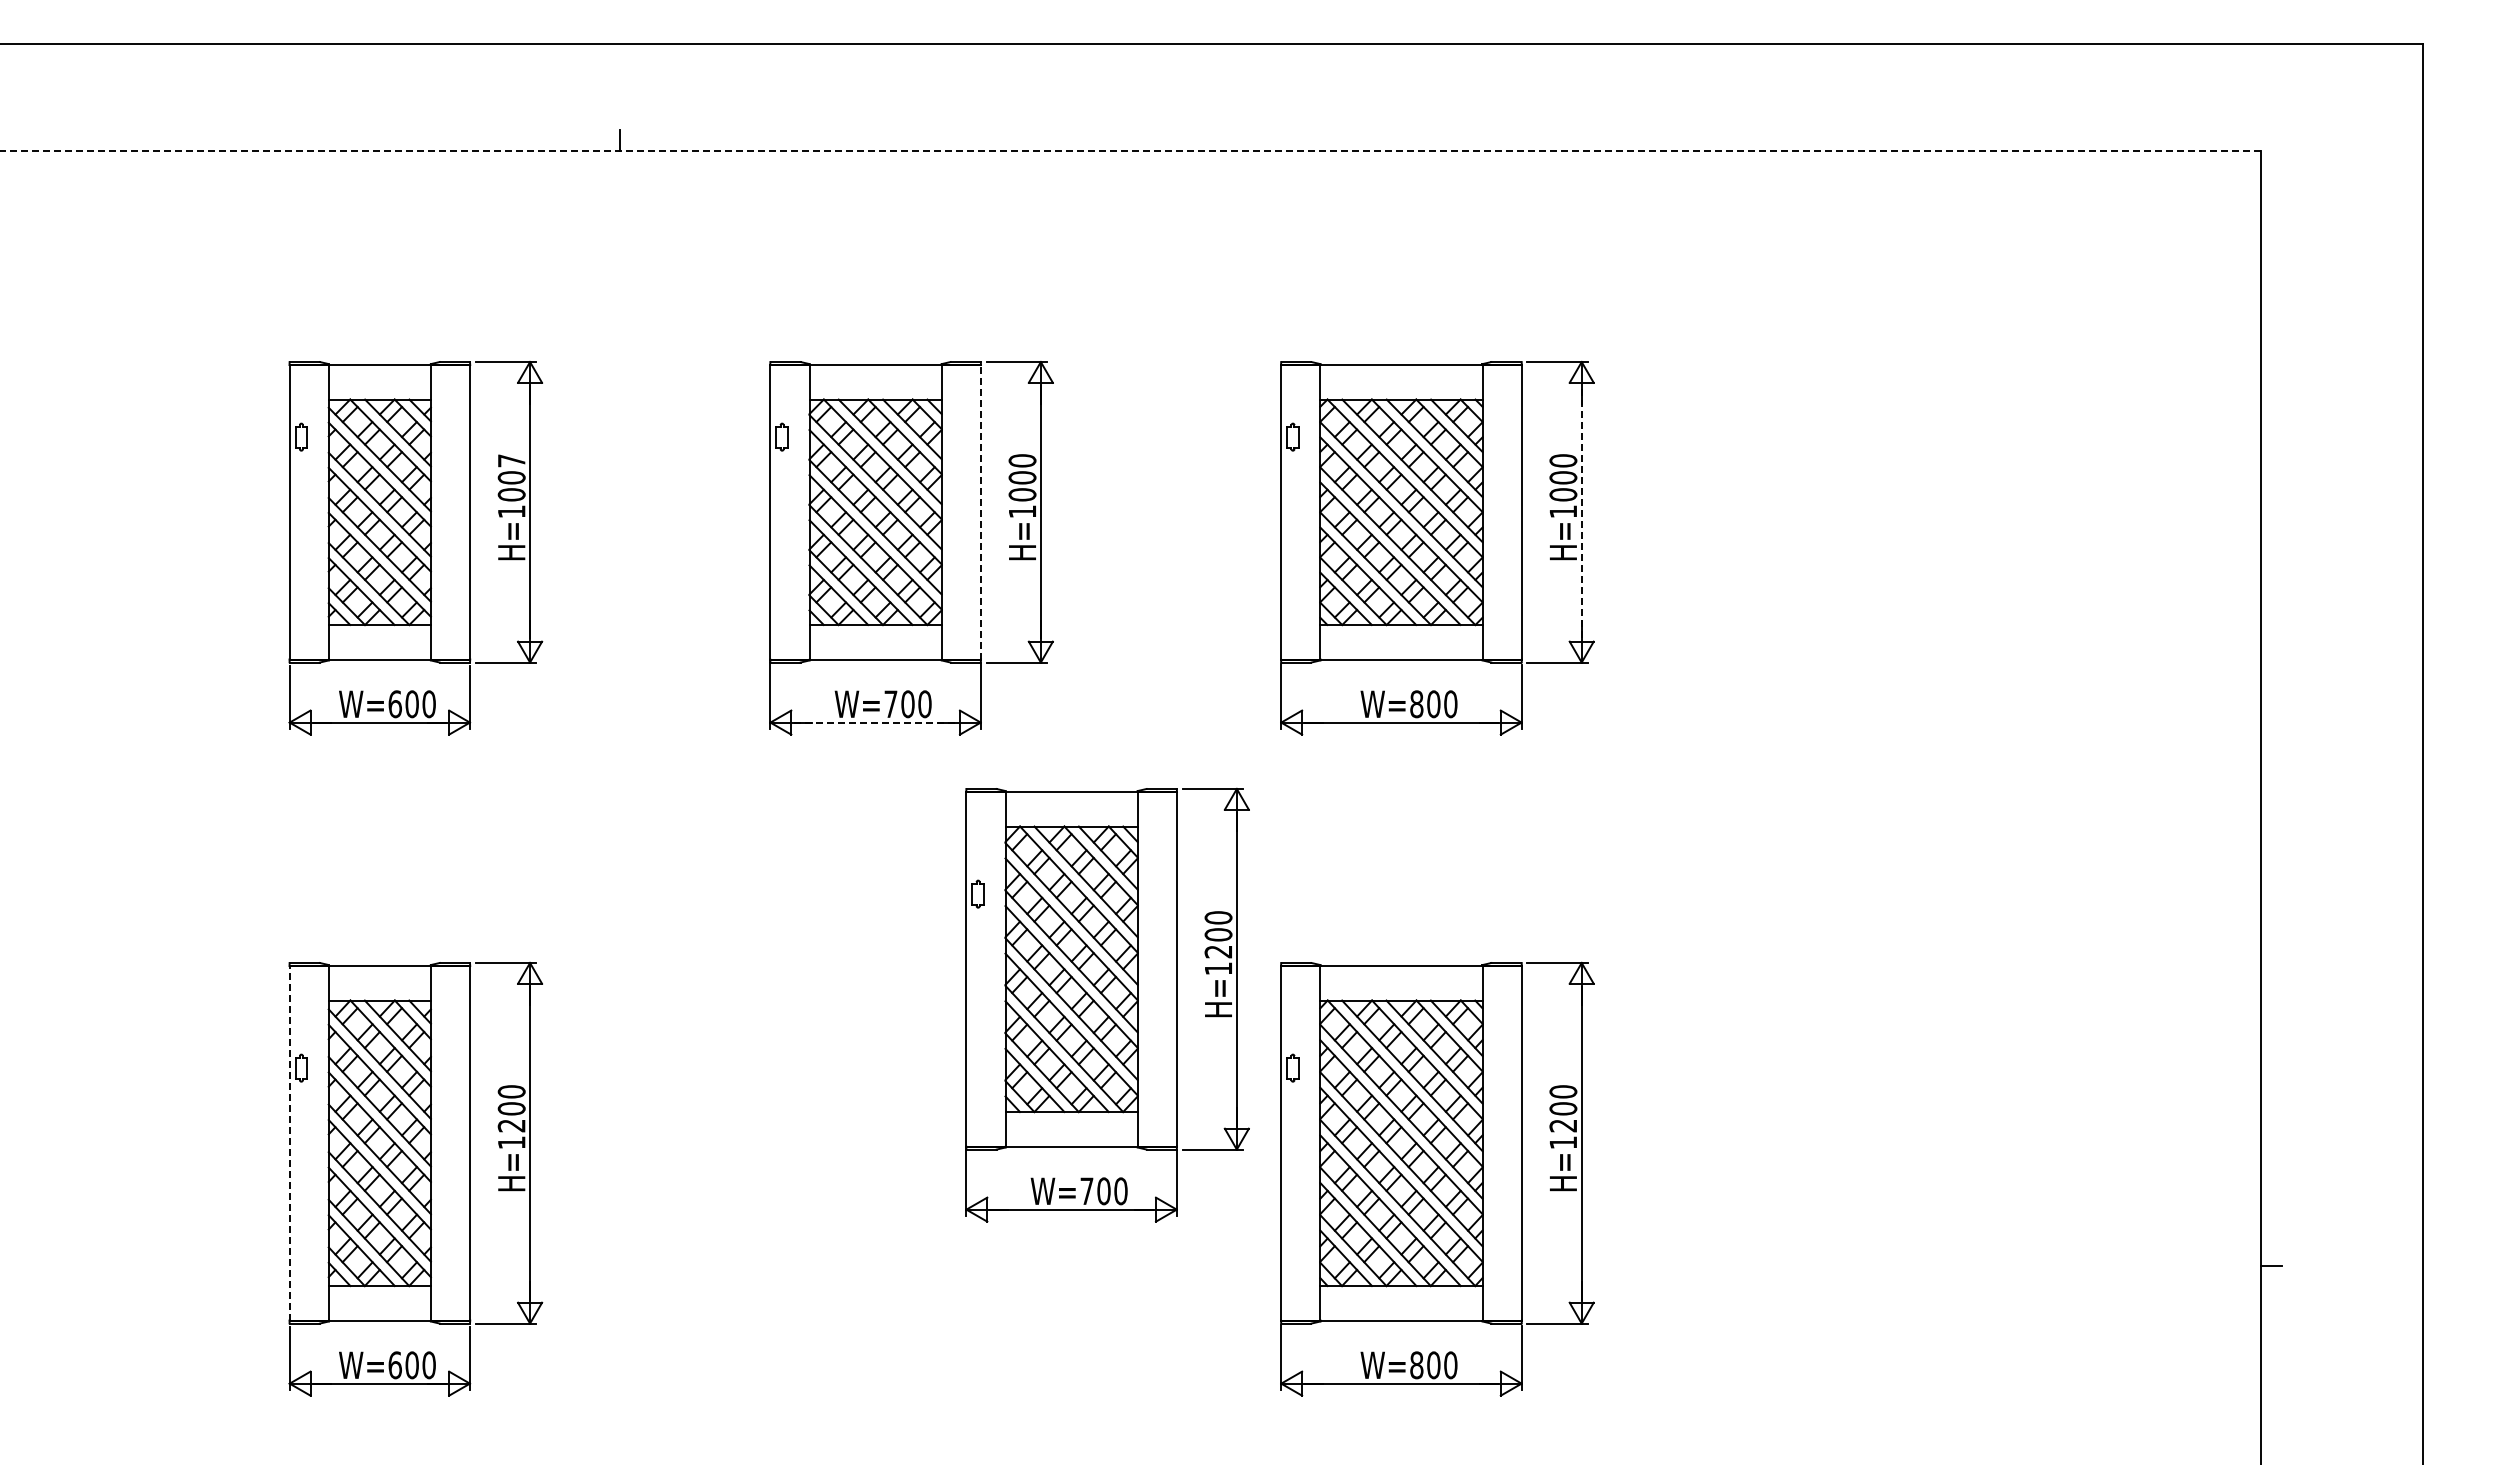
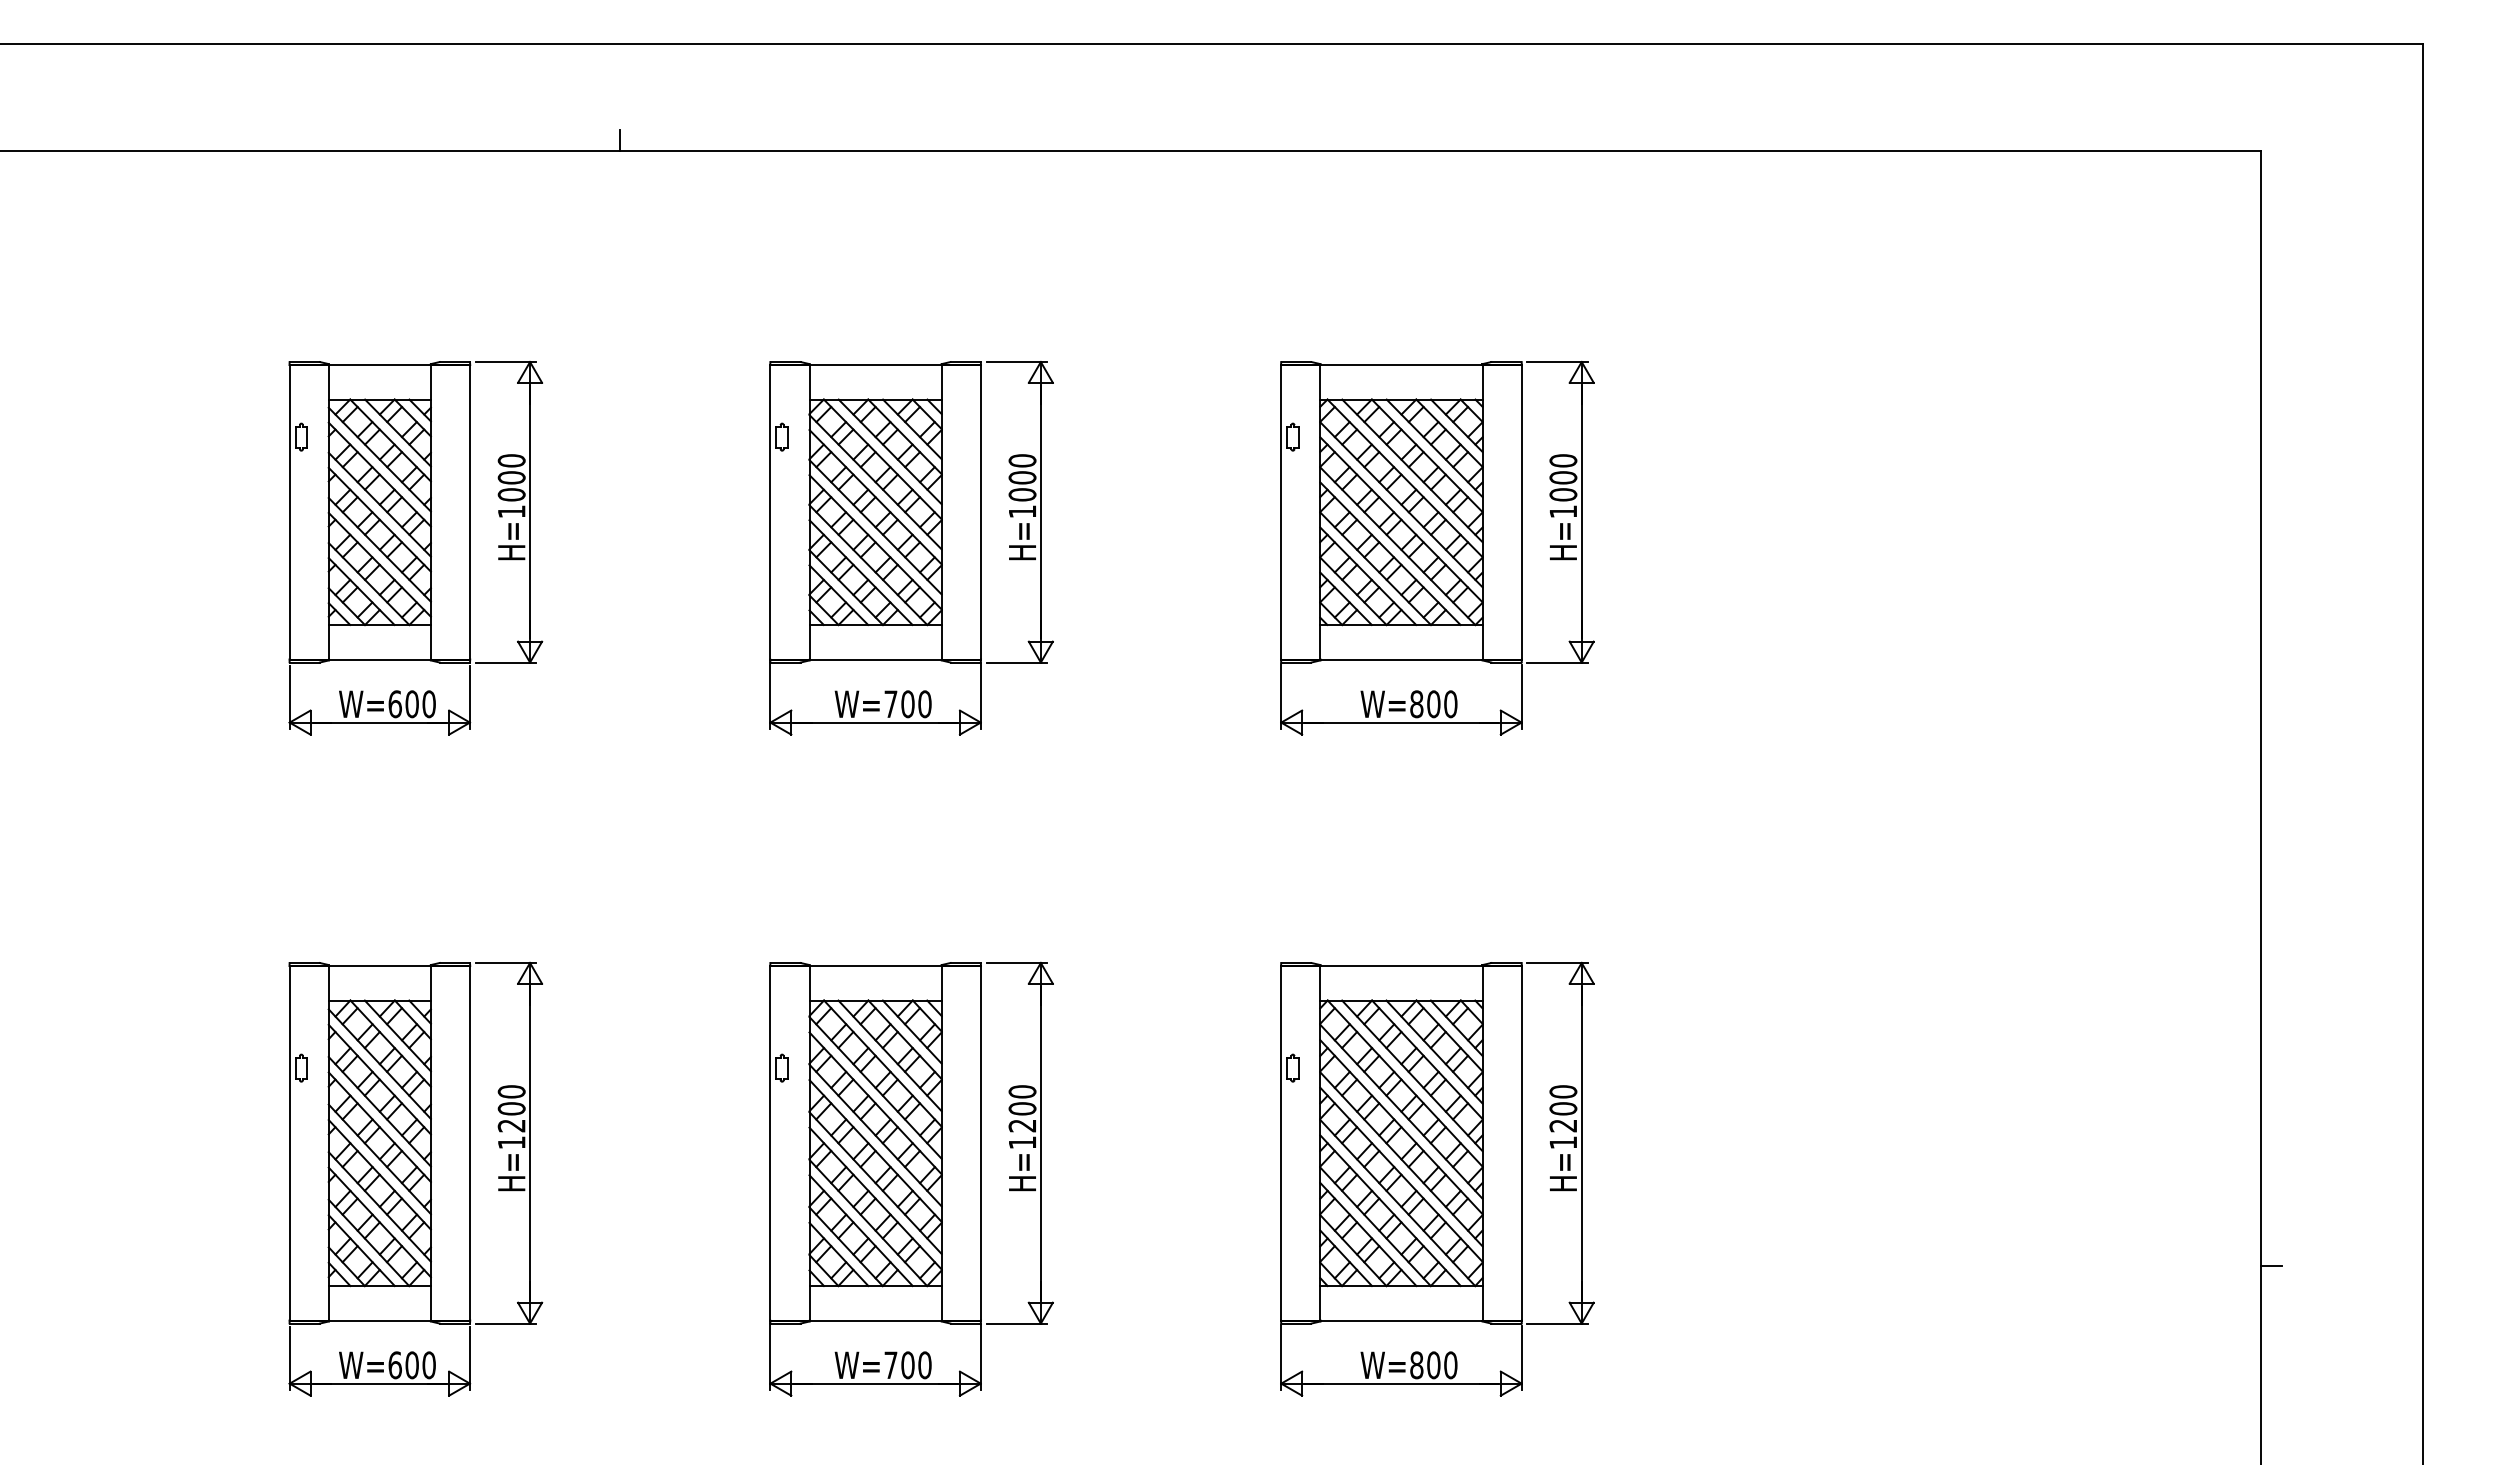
line at (1130, 151): dashed -> solid
text at (511, 460): H=1007 -> H=1000
line at (980, 511): dashed -> solid
line at (1581, 511): dashed -> solid
line at (876, 722): dashed -> solid
part at (1107, 1004) position: (1107, 1004) -> (911, 1178)
line at (289, 1142): dashed -> solid
